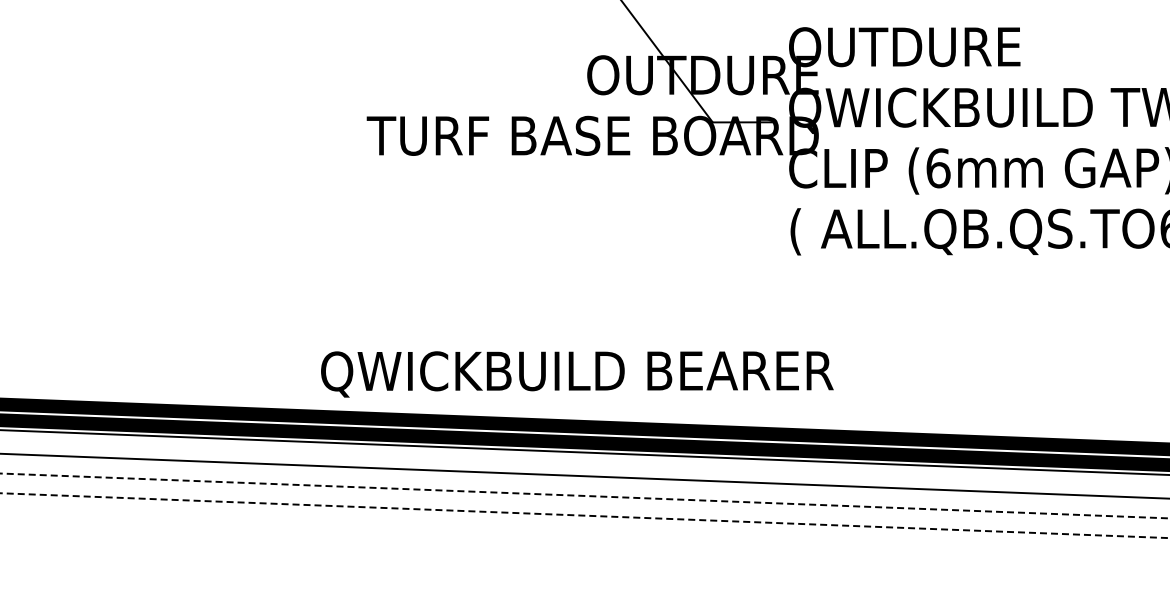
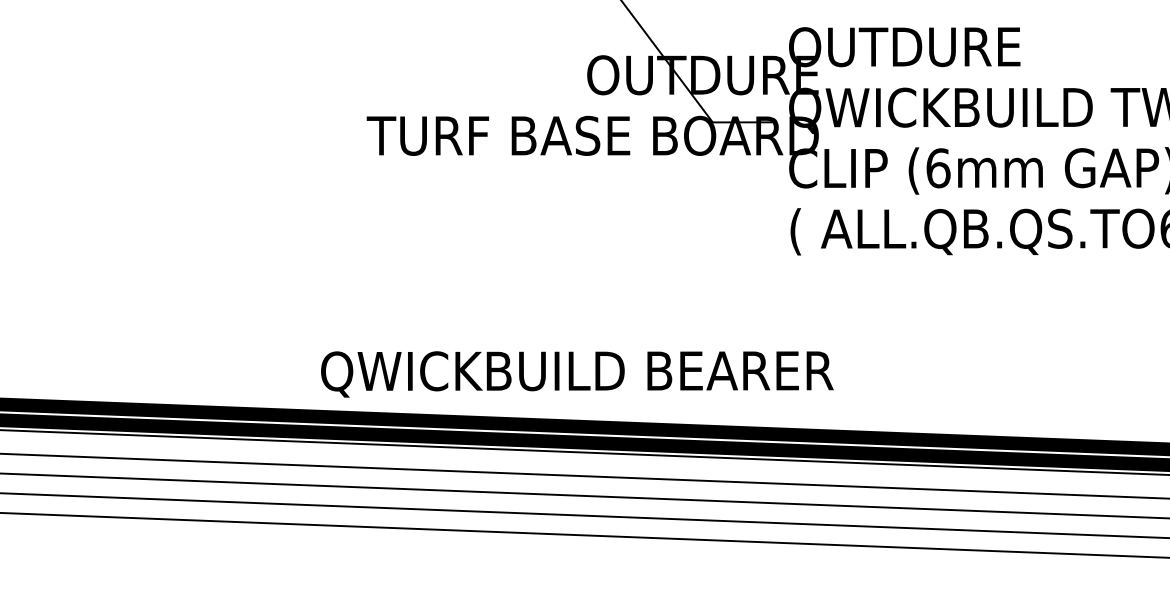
line at (585, 495): dashed -> solid
line at (585, 515): dashed -> solid
line at (584, 535): none -> present
